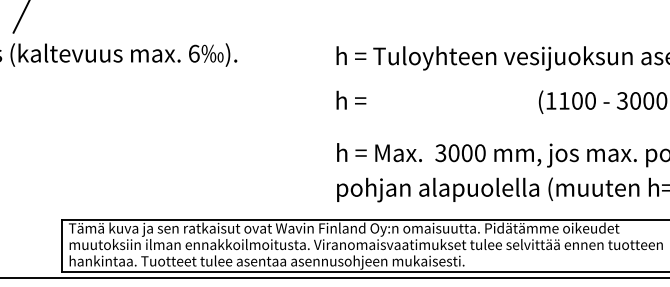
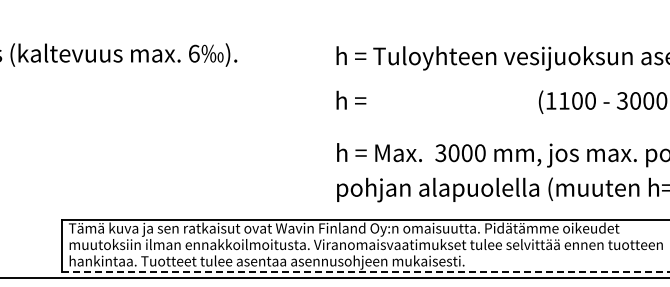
line at (20, 17): present -> none
line at (365, 272): solid -> dashed
